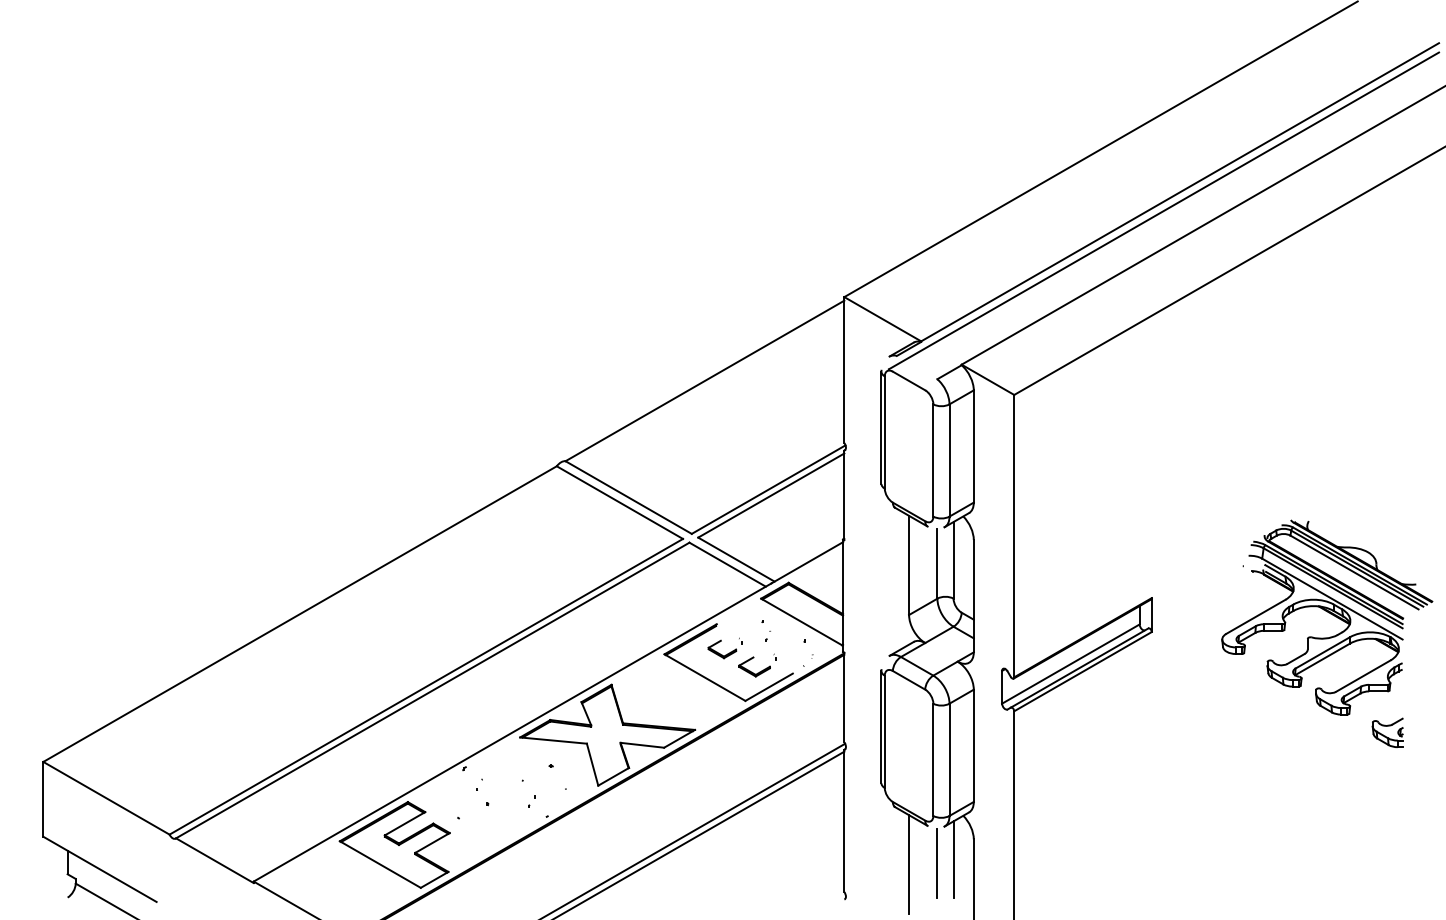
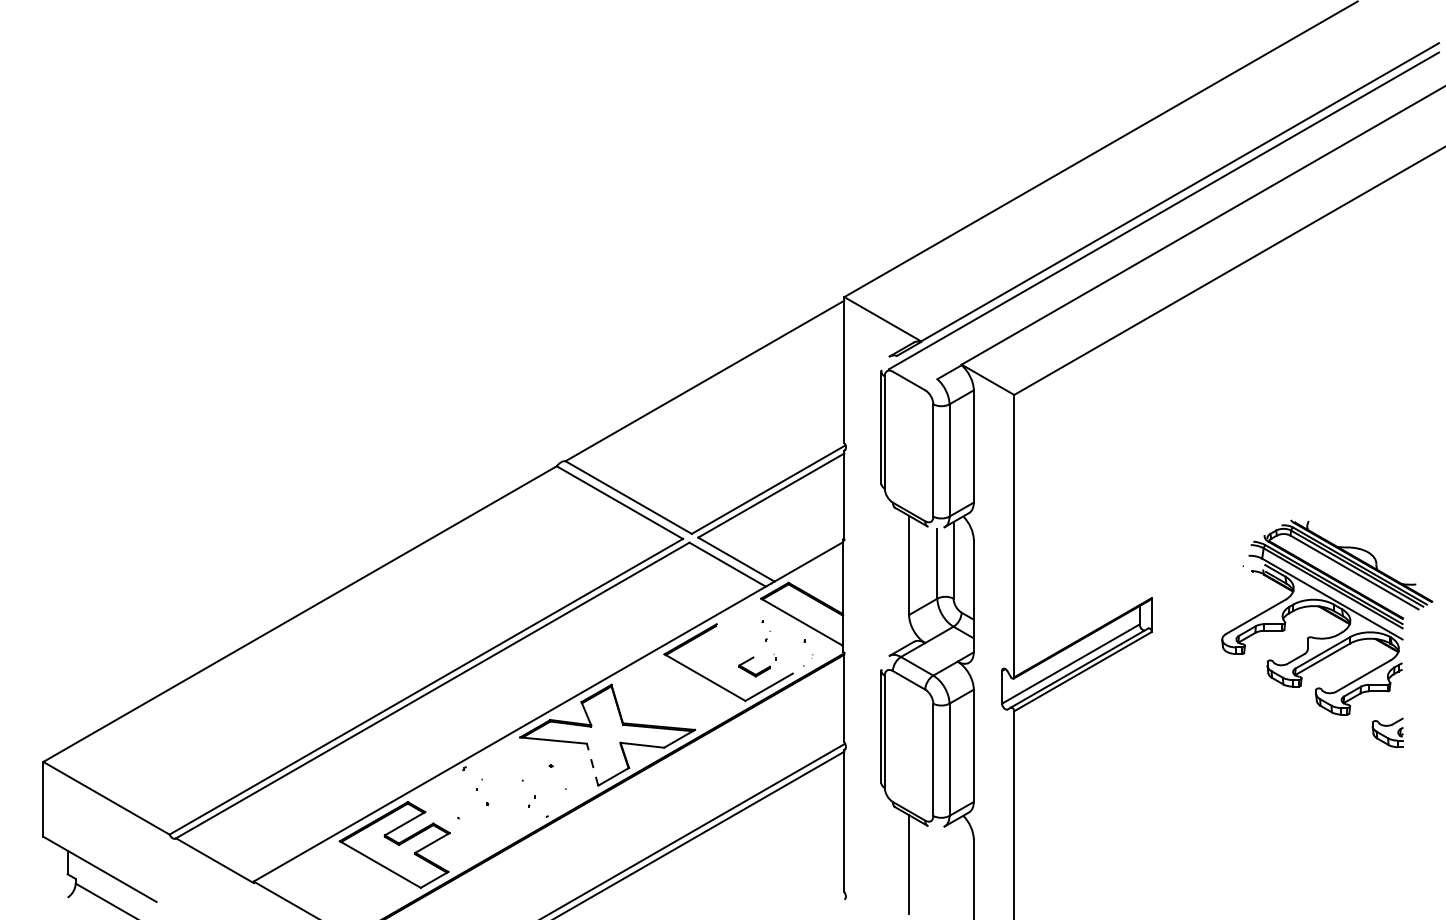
part at (724, 648): present -> none
line at (592, 764): solid -> dashed
line at (953, 859): present -> none
line at (937, 863): present -> none
